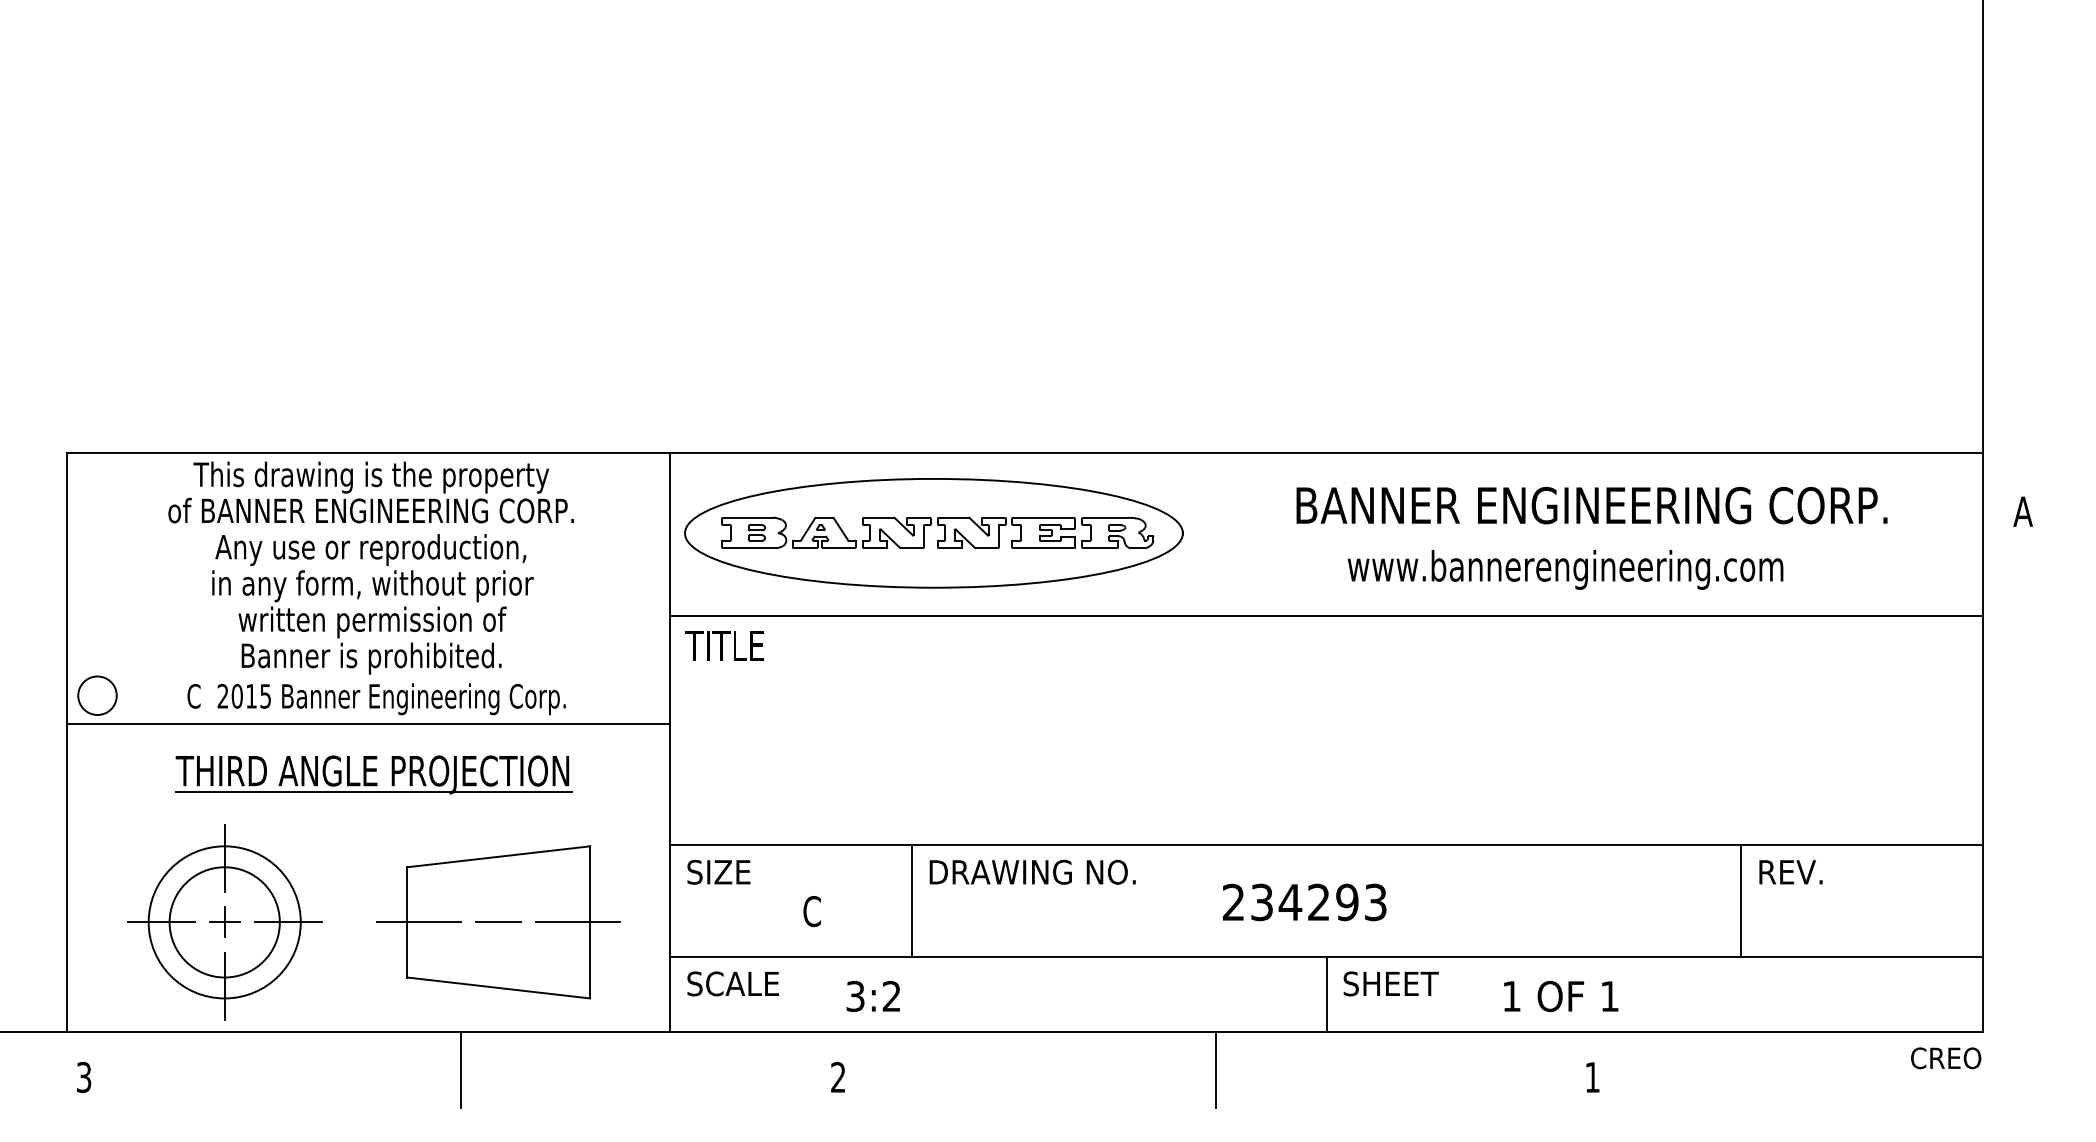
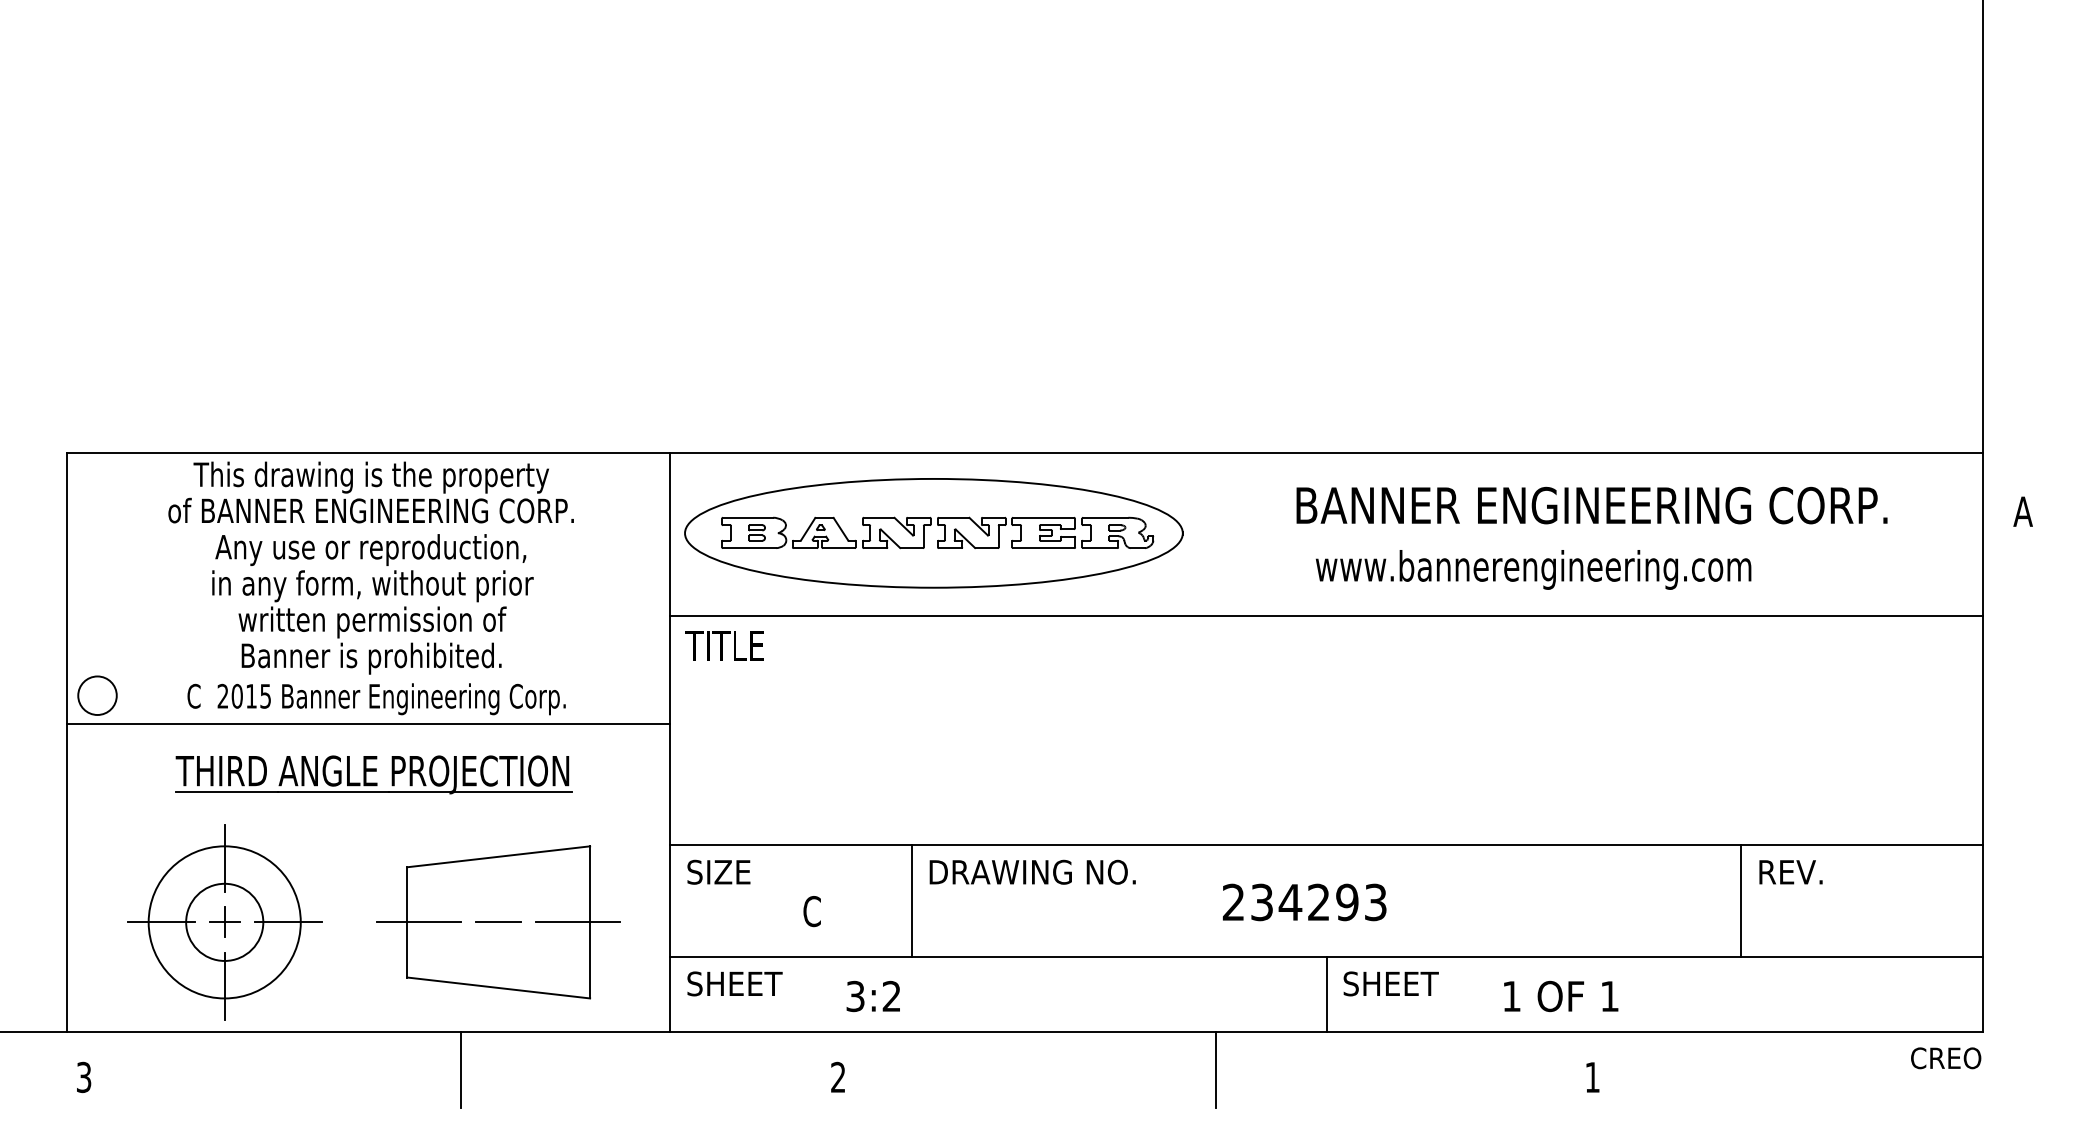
text at (1565, 569) position: (1565, 569) -> (1533, 569)
circle at (224, 922) diameter: 110 px -> 77 px
text at (744, 983): SCALE -> SHEET
